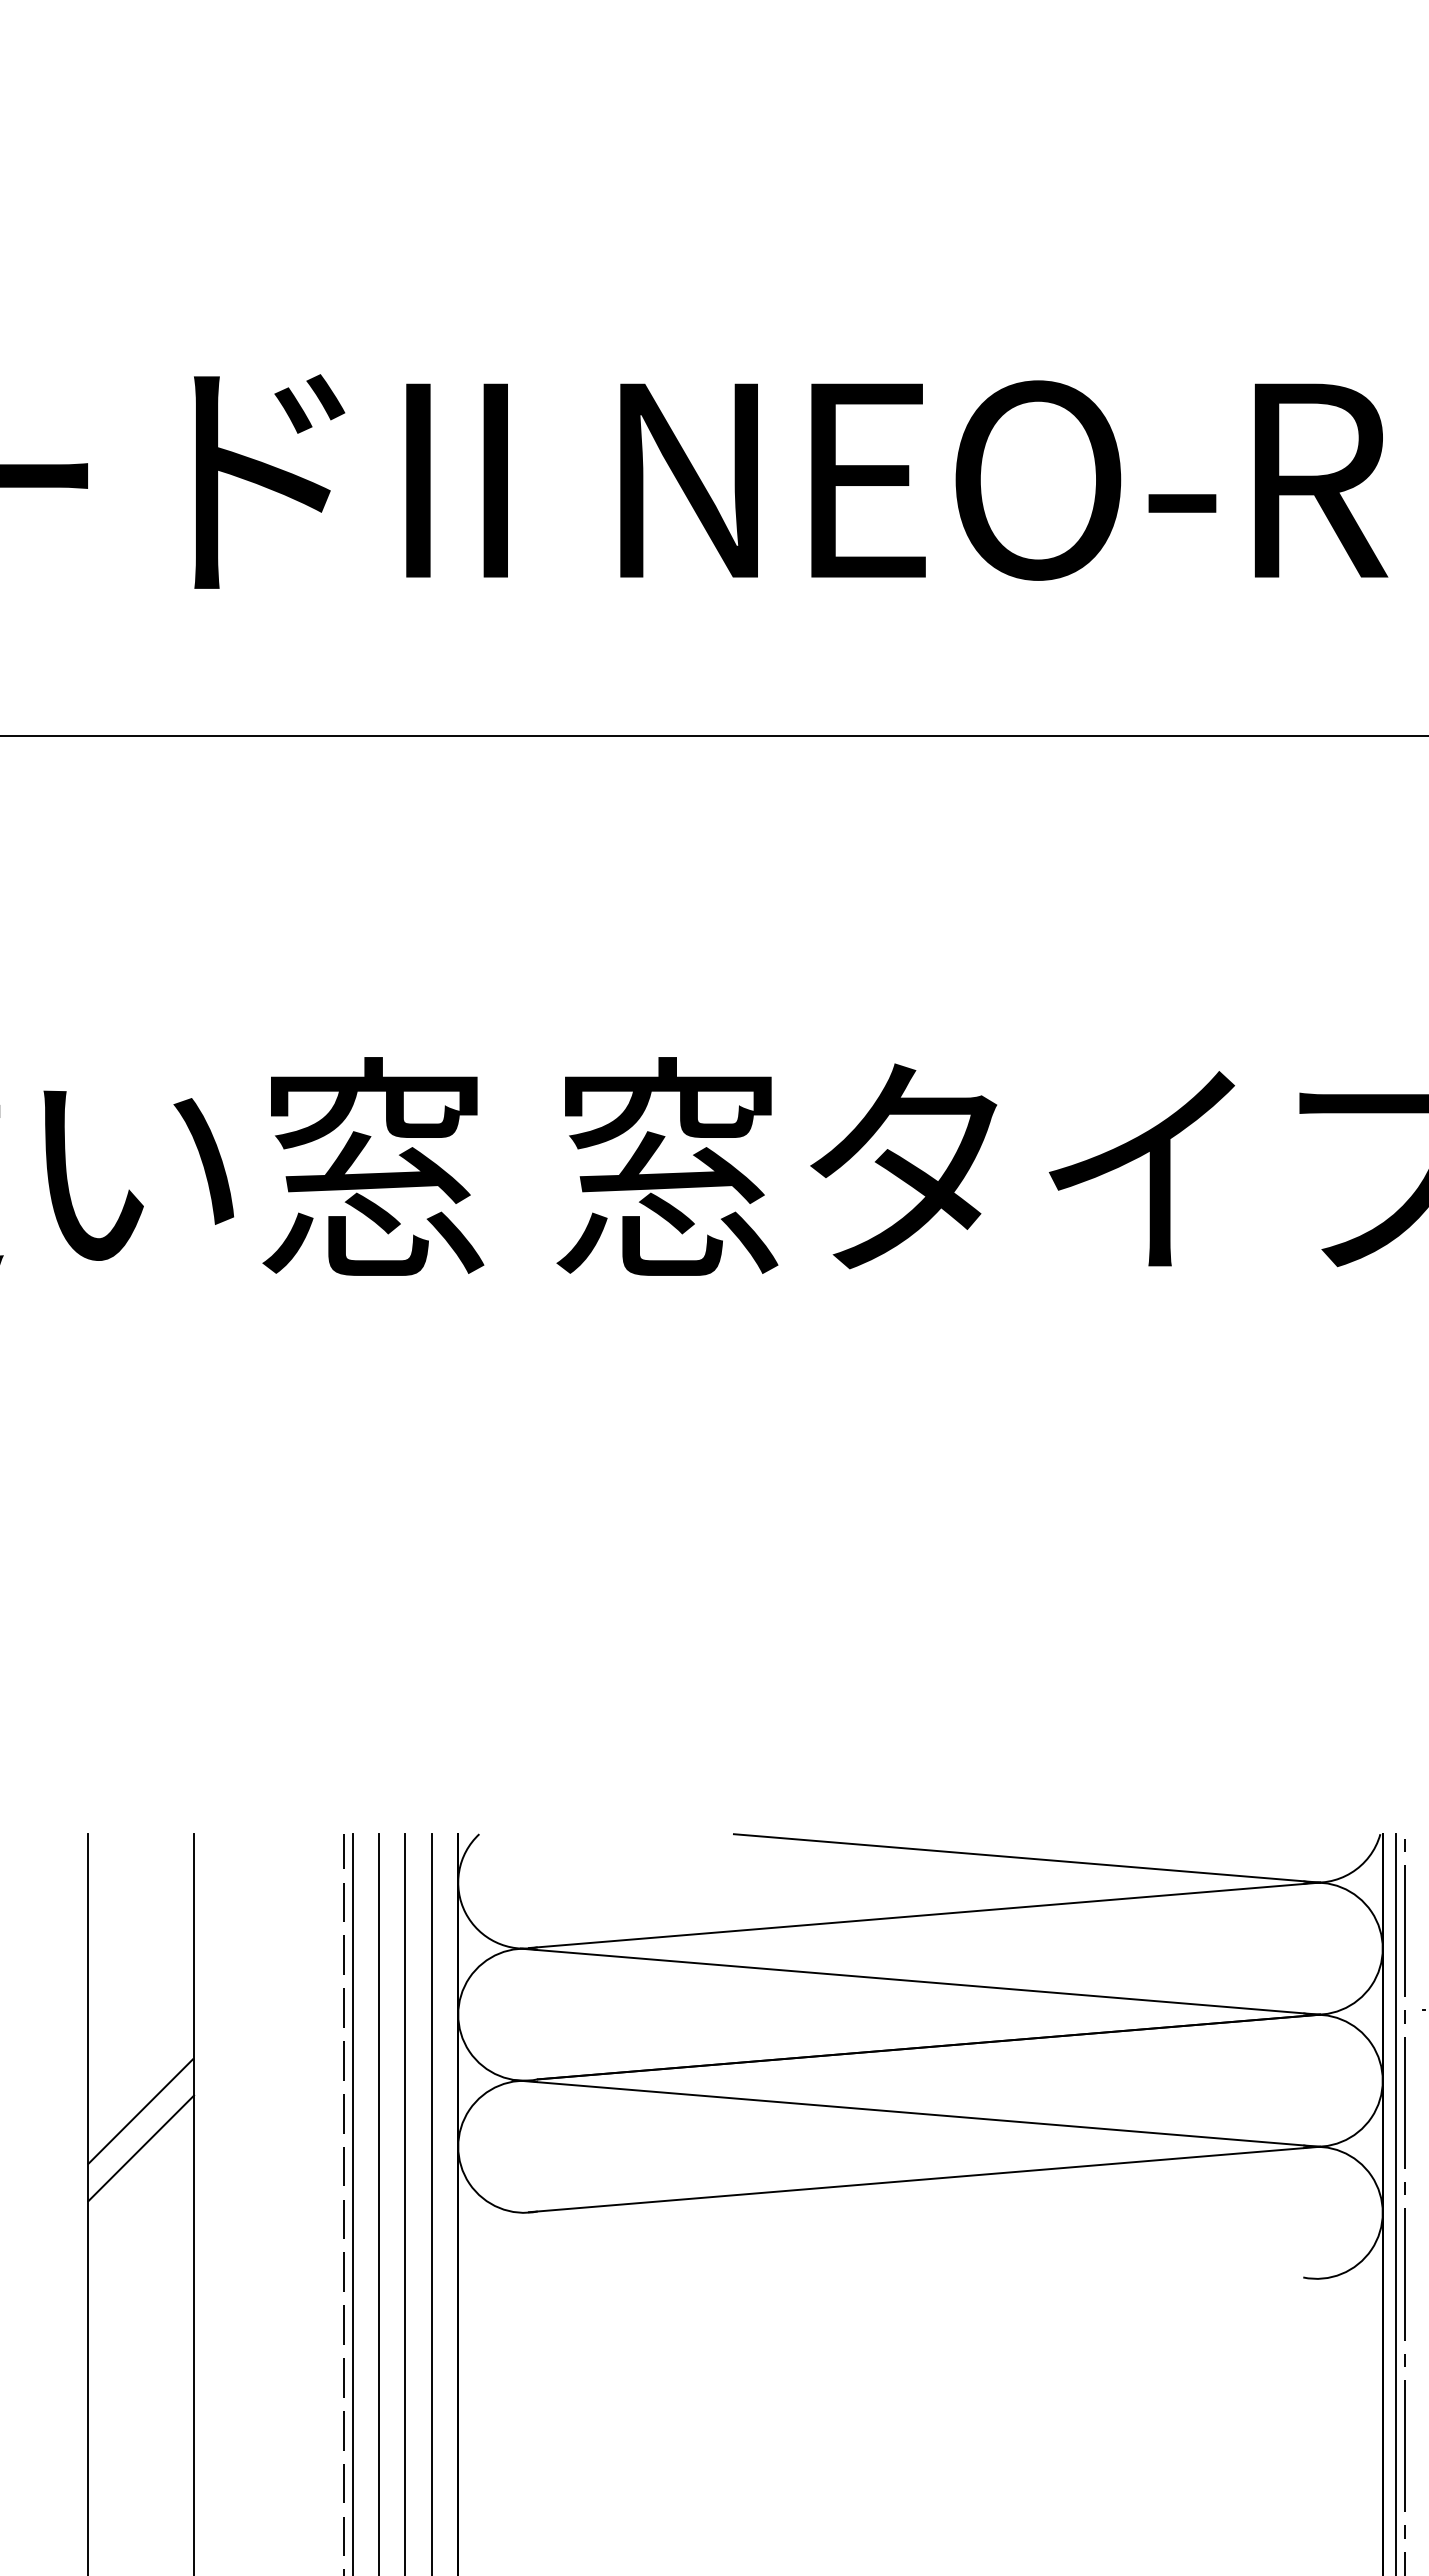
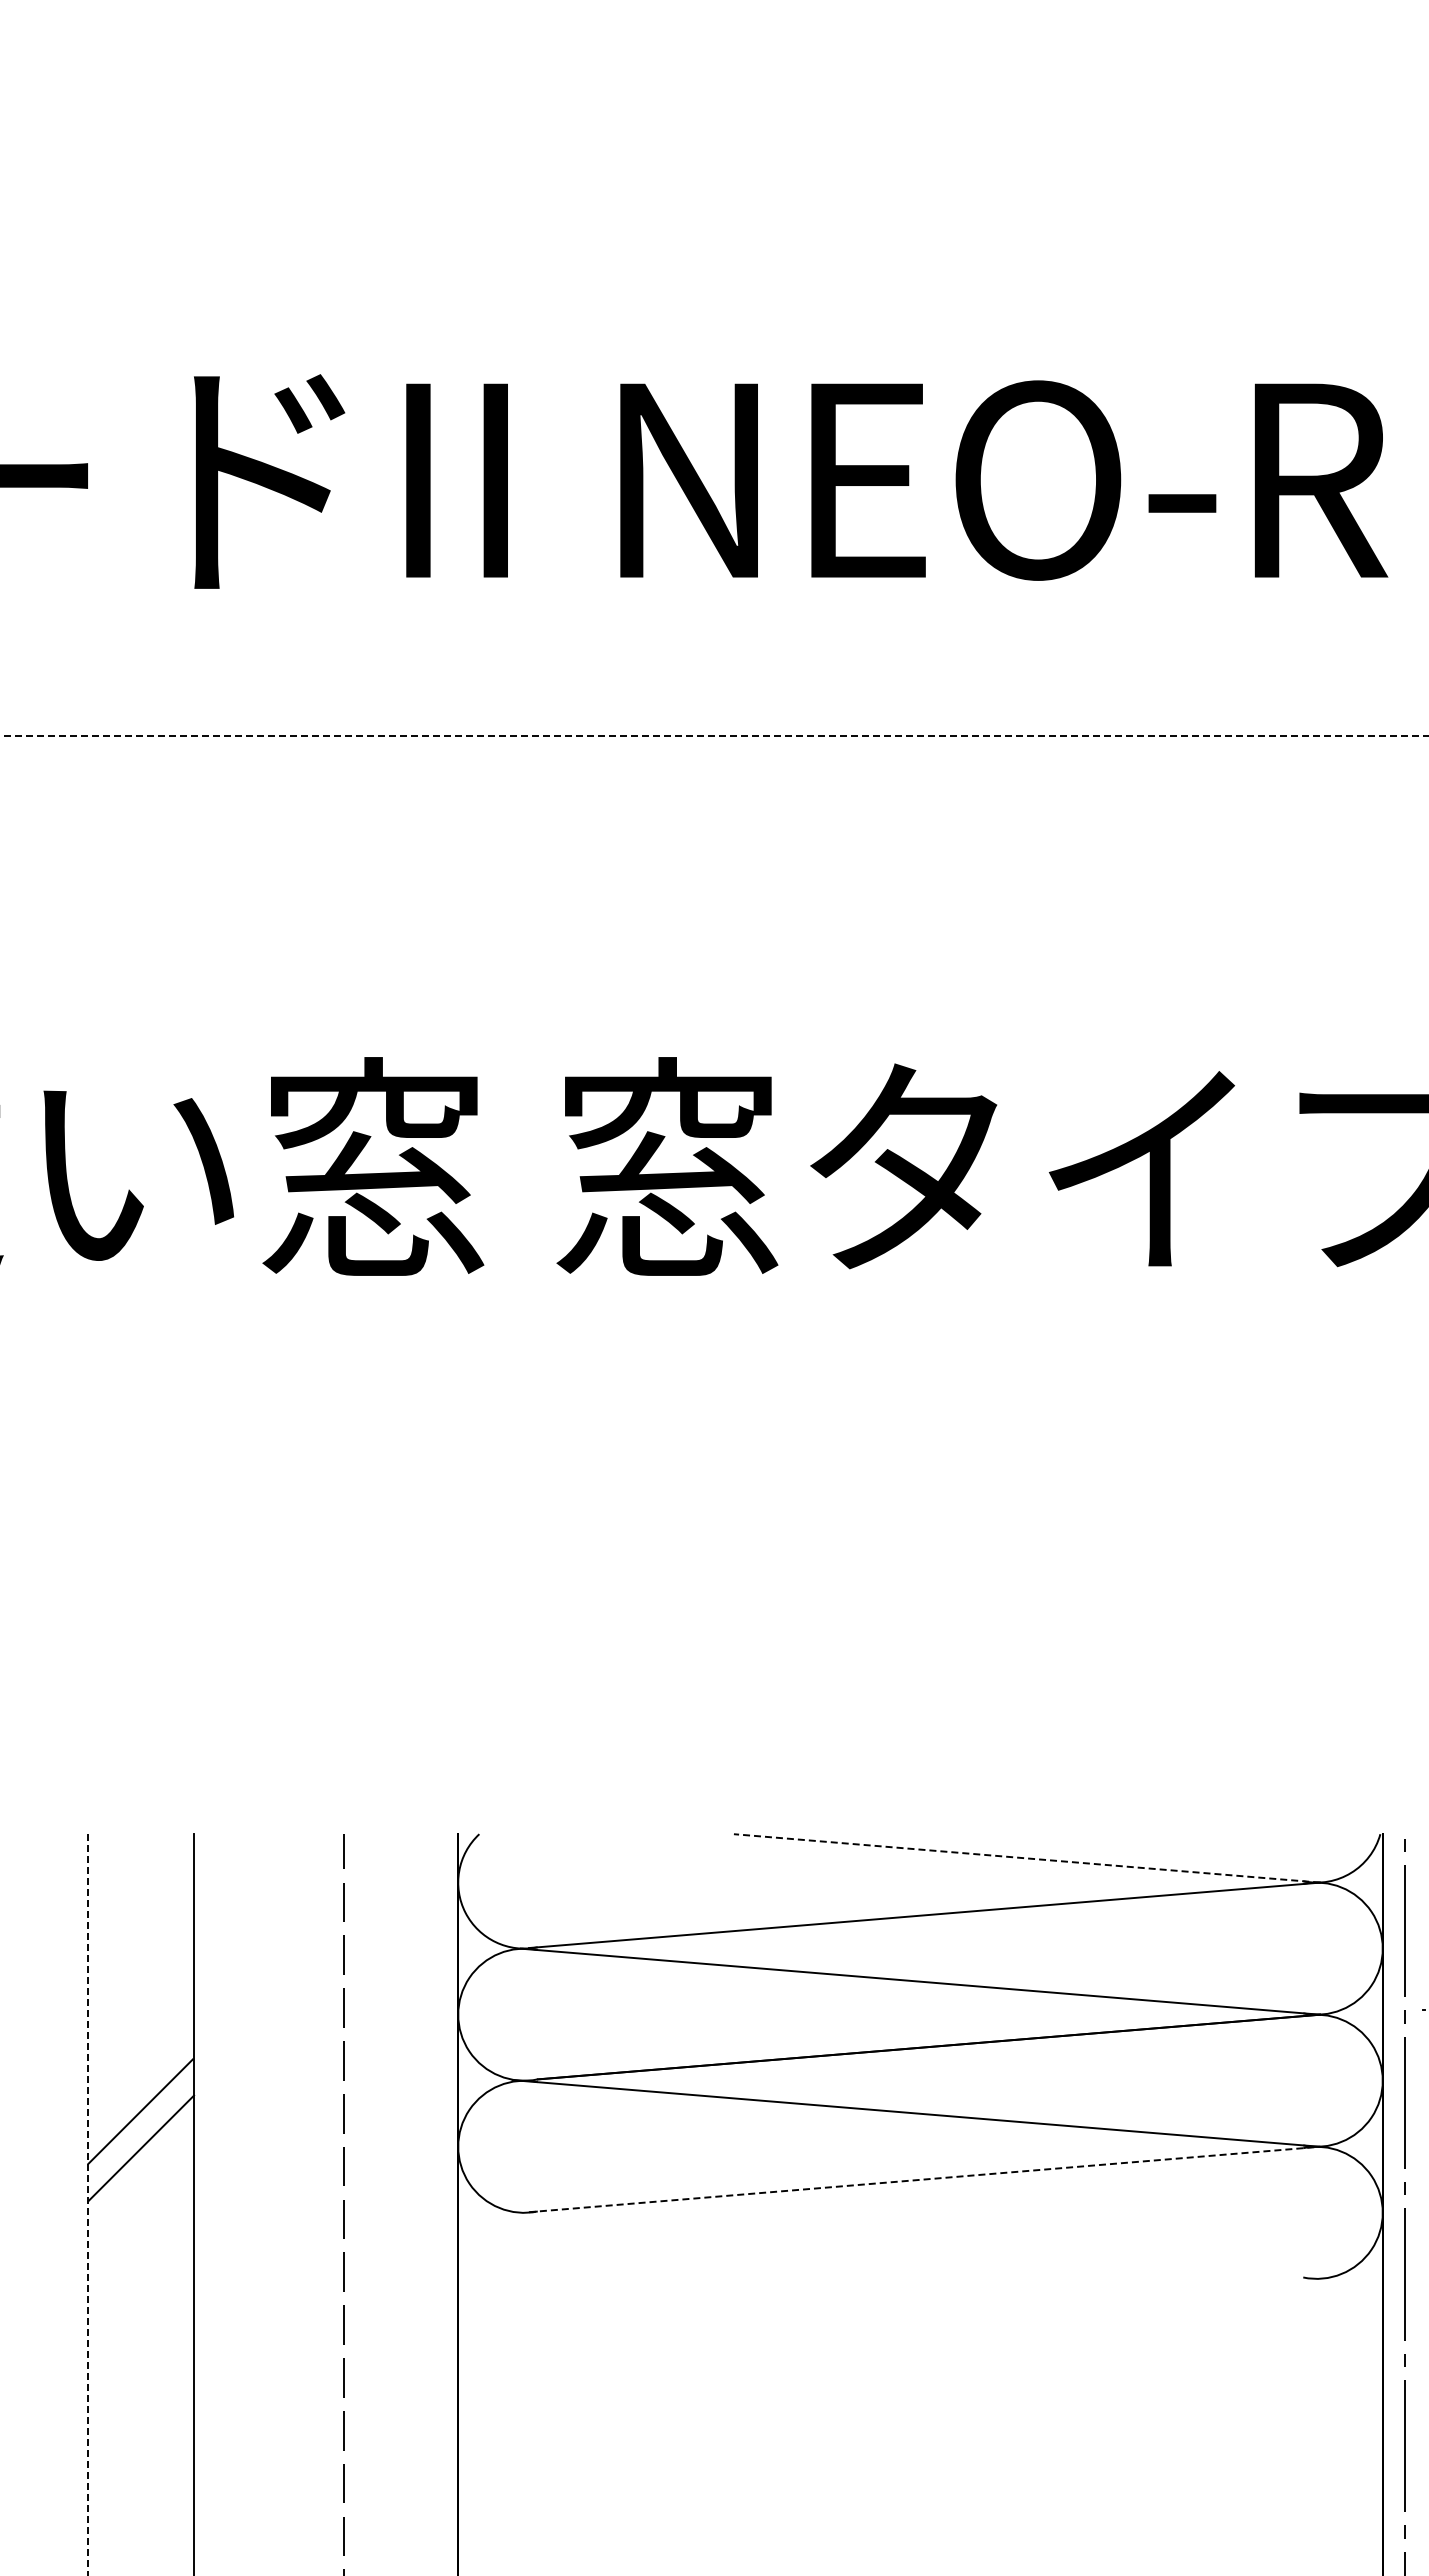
line at (714, 736): solid -> dashed
line at (1026, 1858): solid -> dashed
line at (924, 2179): solid -> dashed
line at (352, 2203): present -> none
line at (378, 2203): present -> none
line at (405, 2203): present -> none
line at (431, 2203): present -> none
line at (1395, 2203): present -> none
line at (88, 2205): solid -> dashed
